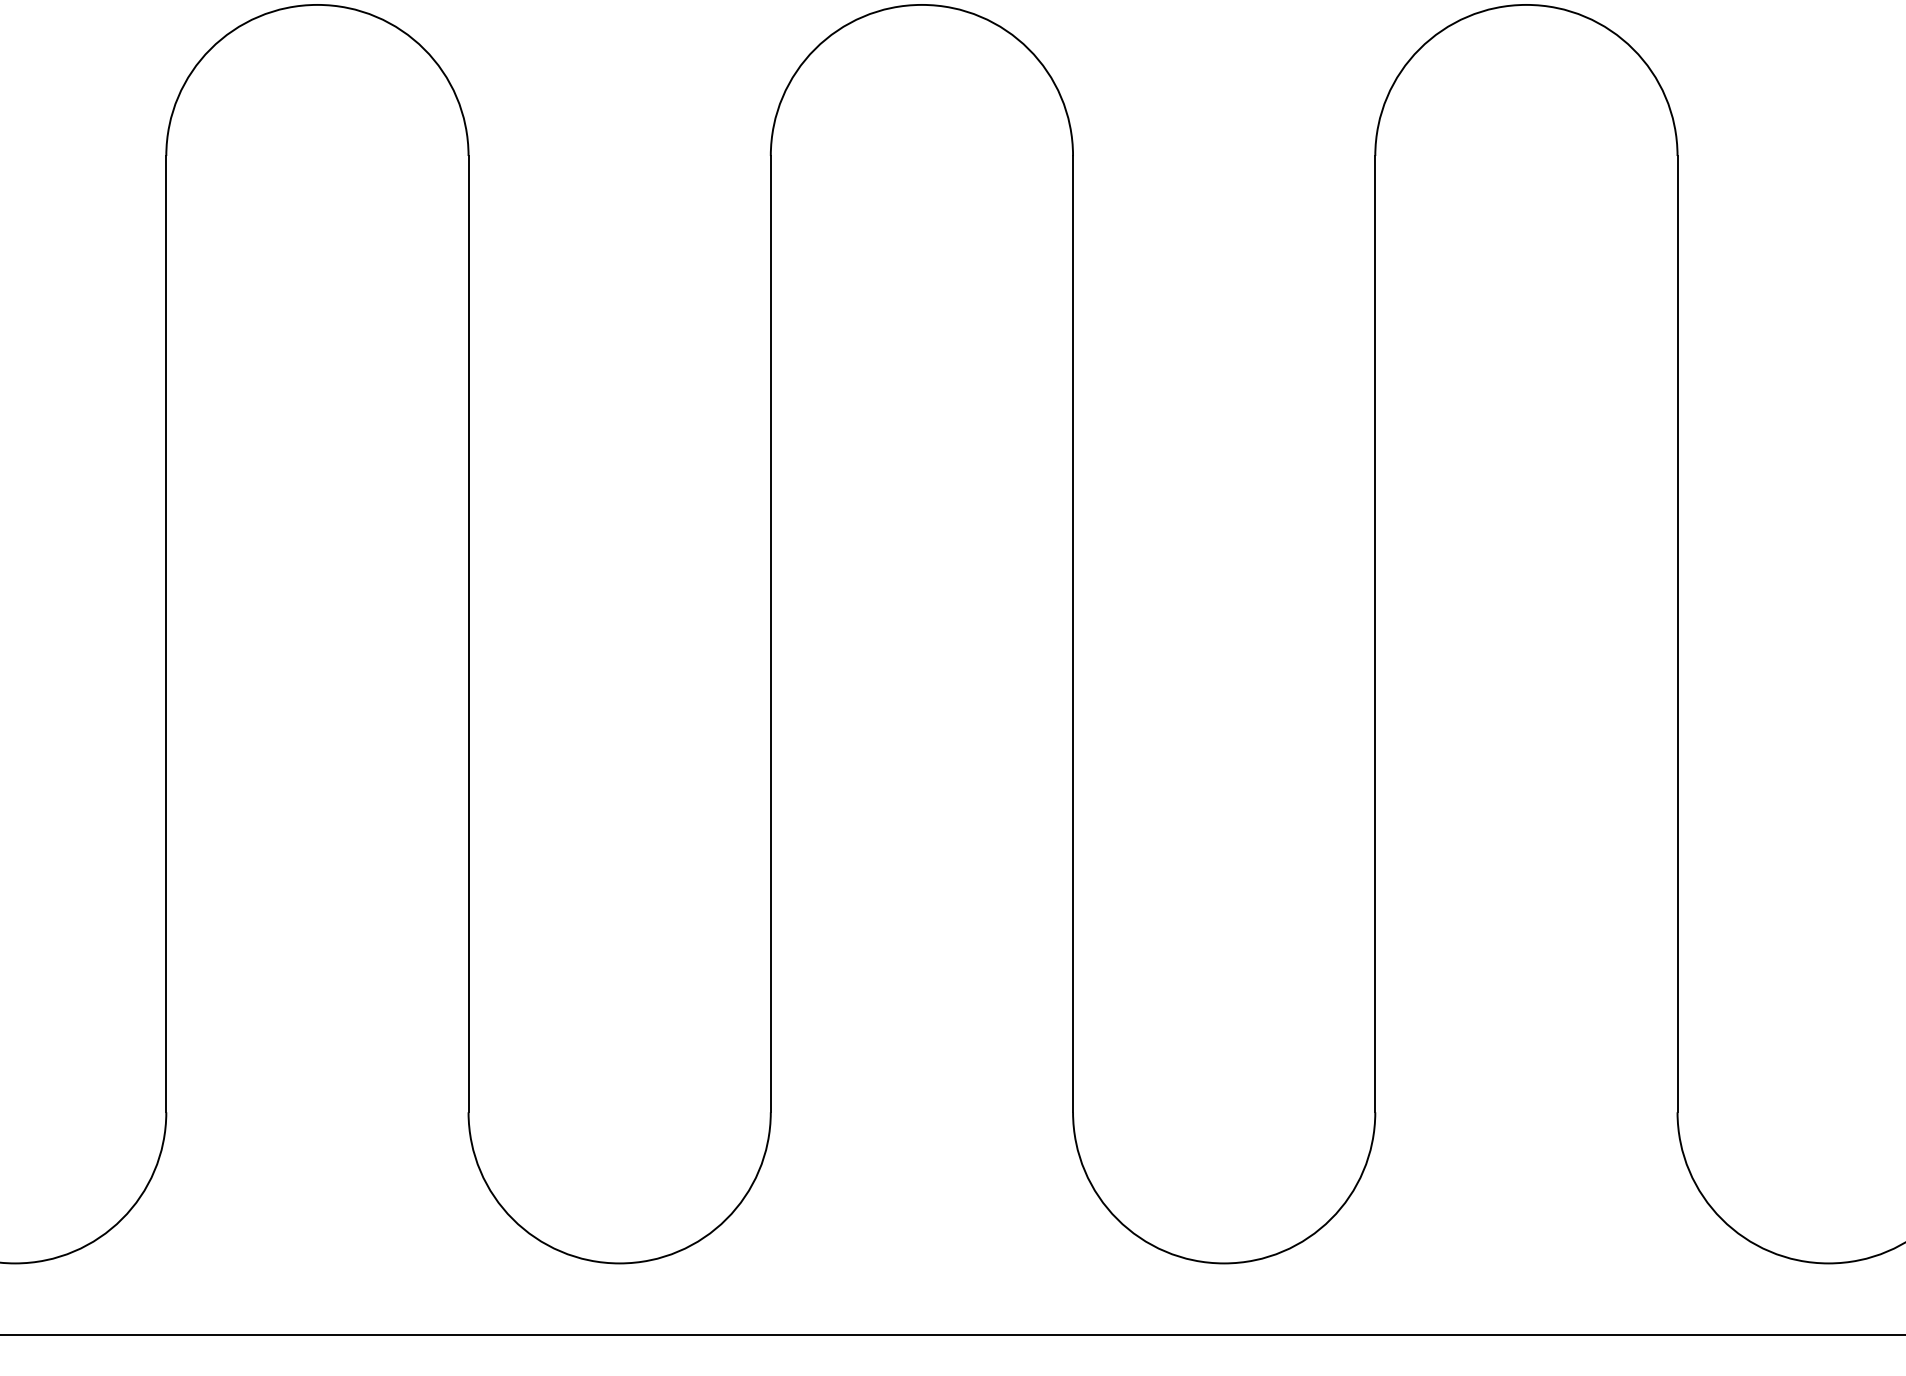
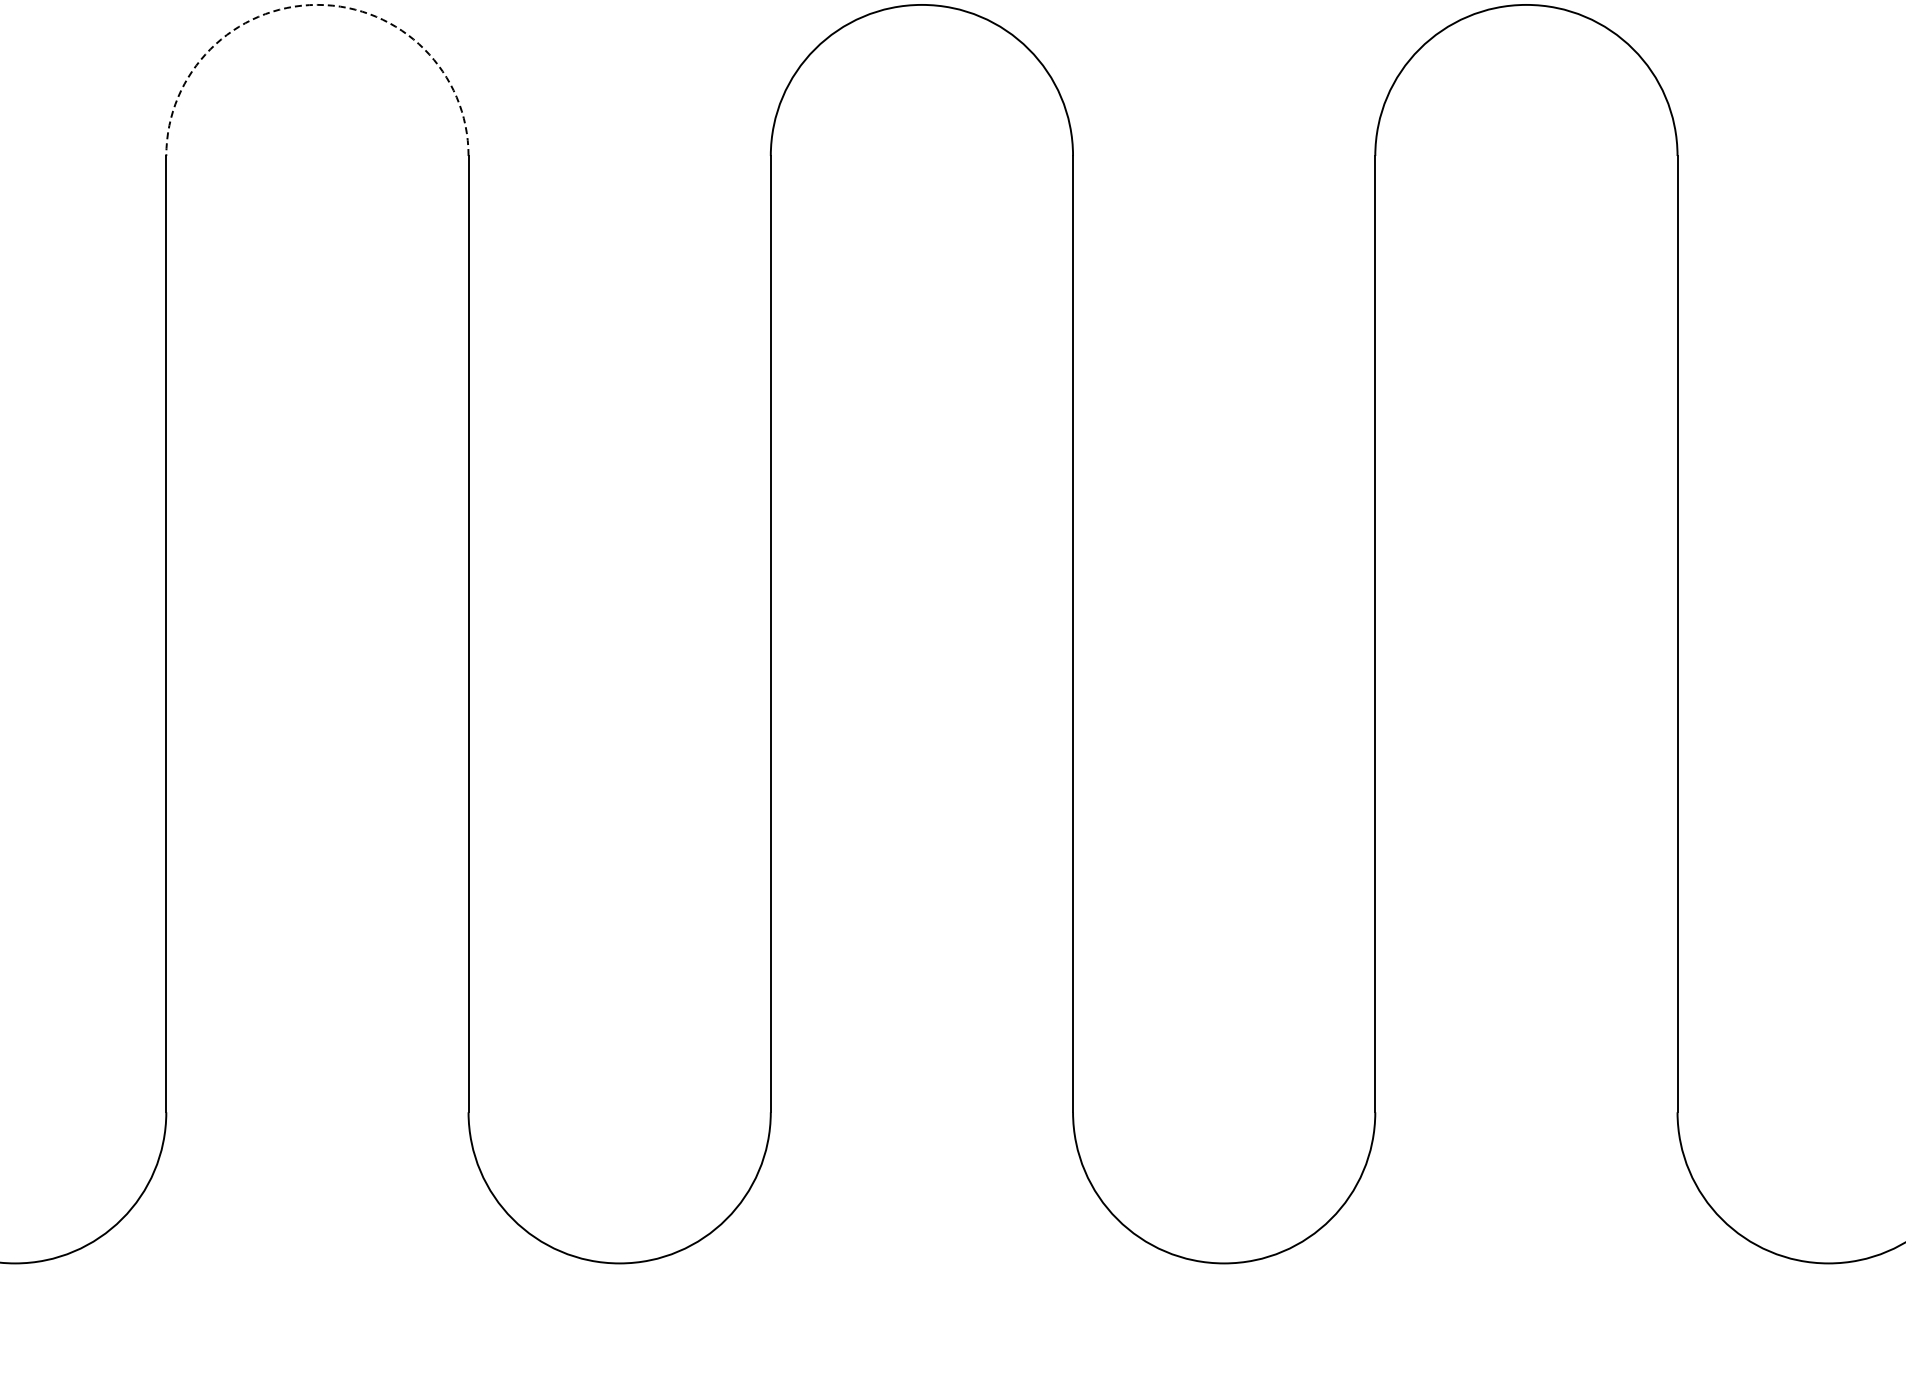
arc at (317, 4): solid -> dashed
line at (952, 1334): present -> none
